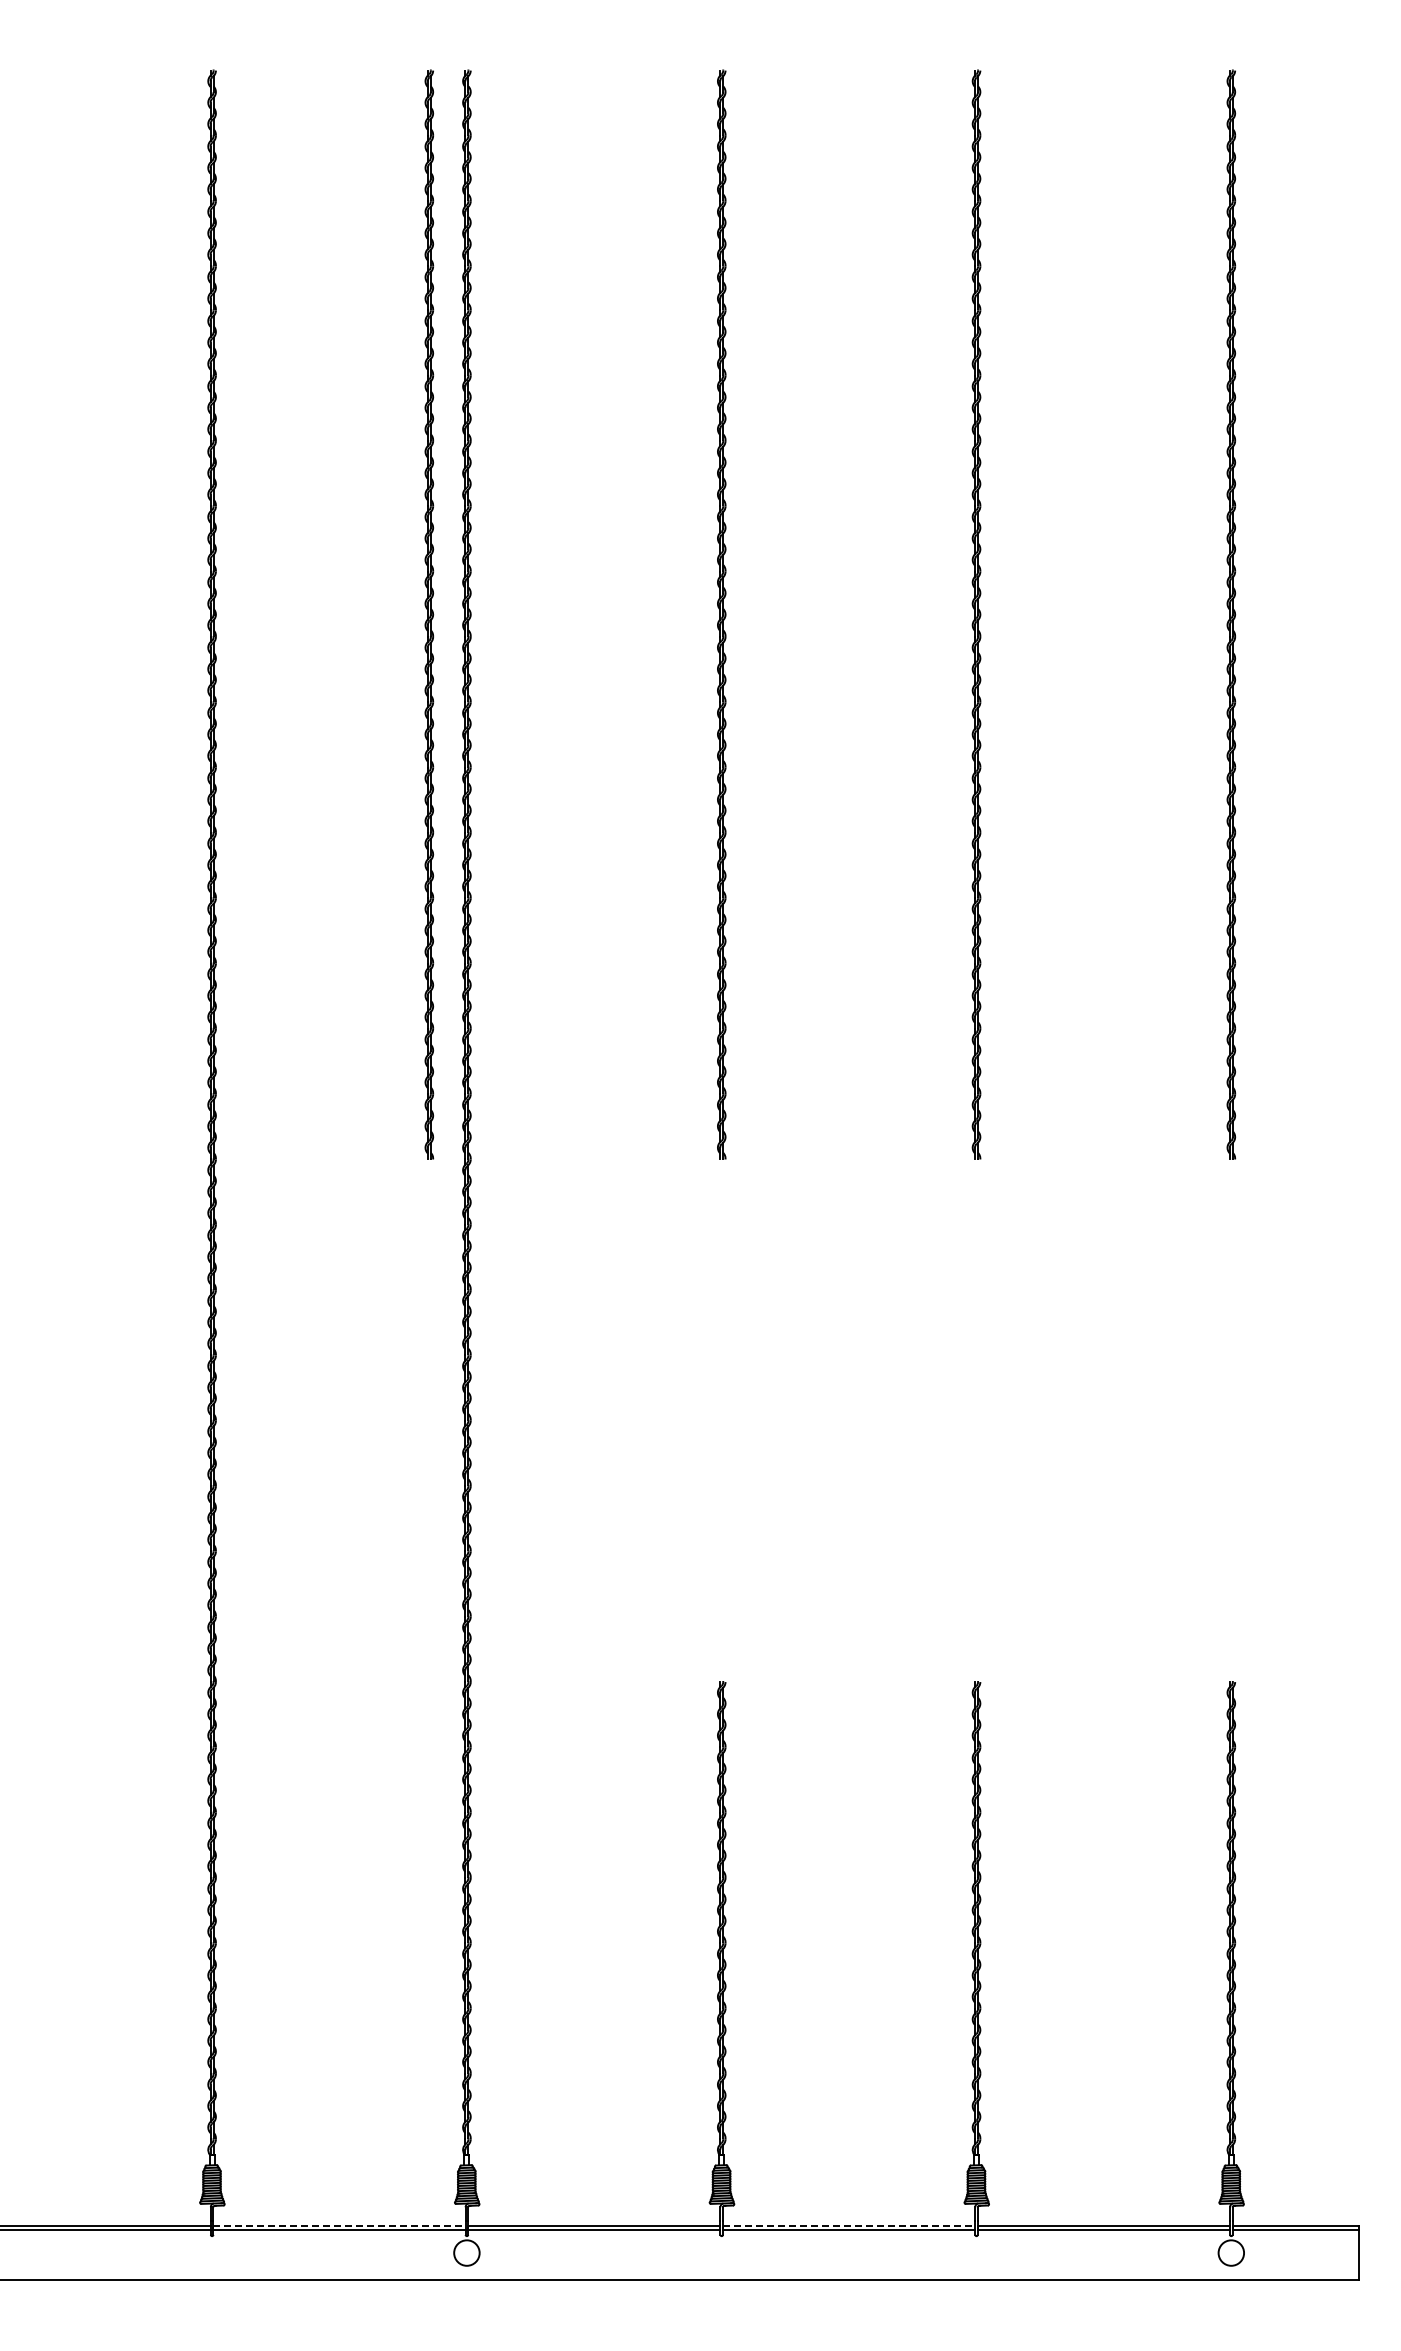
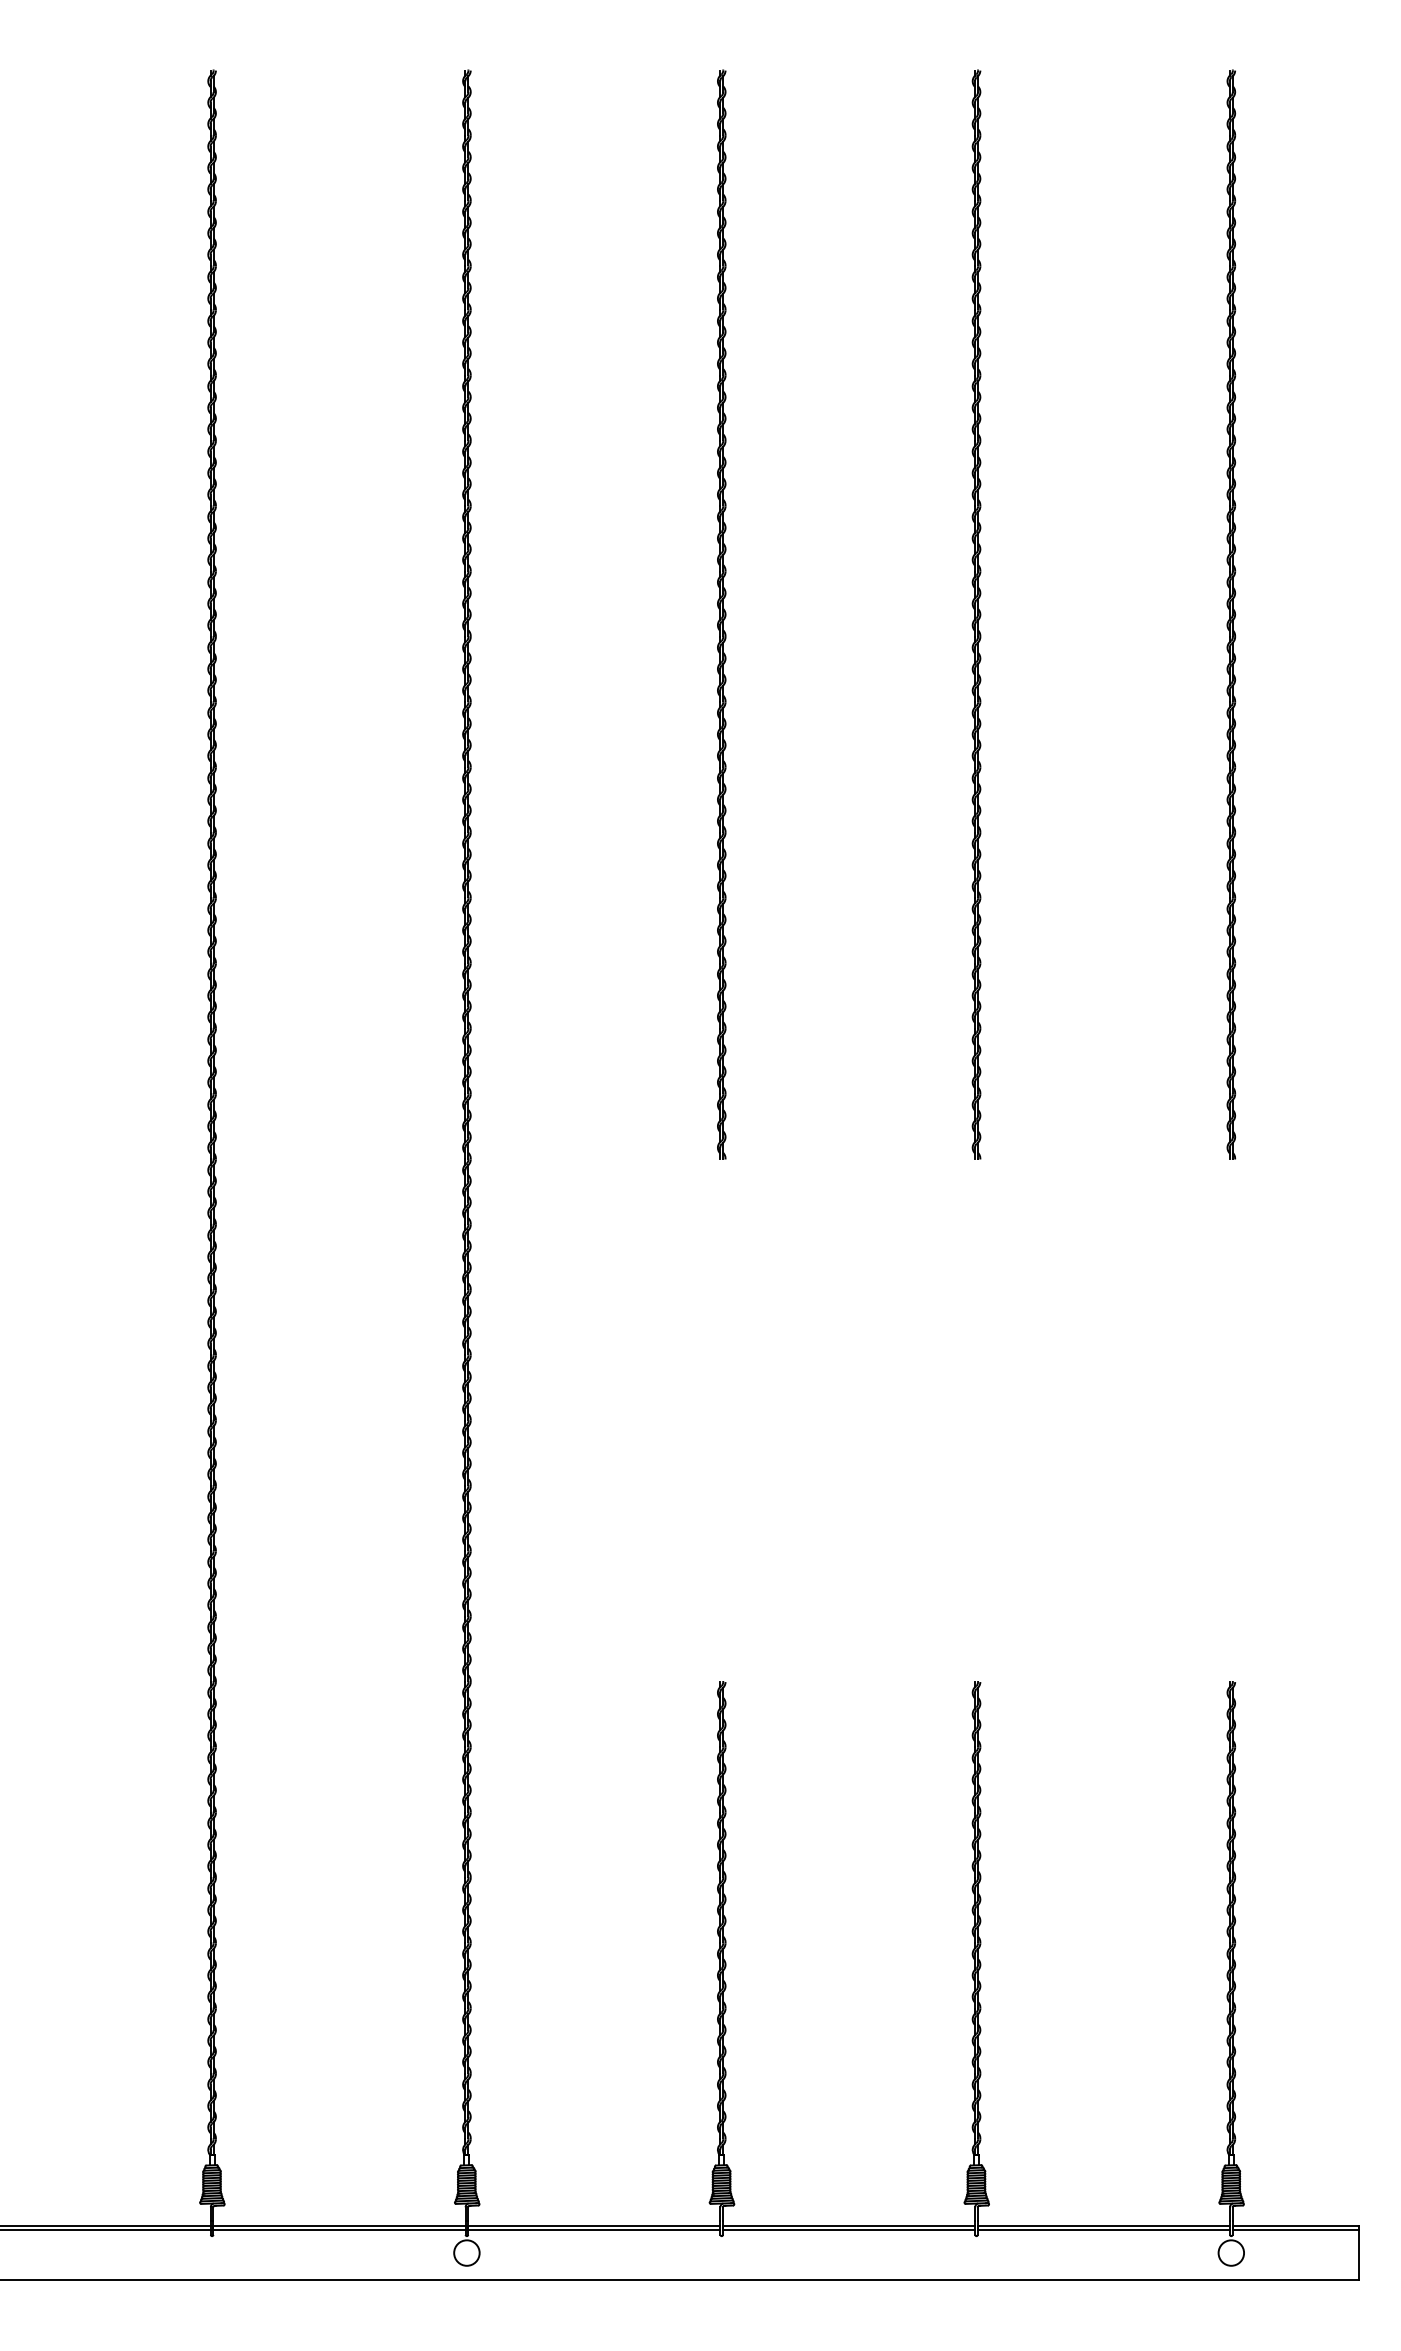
part at (429, 614): present -> none
line at (340, 2225): dashed -> solid
line at (849, 2225): dashed -> solid
